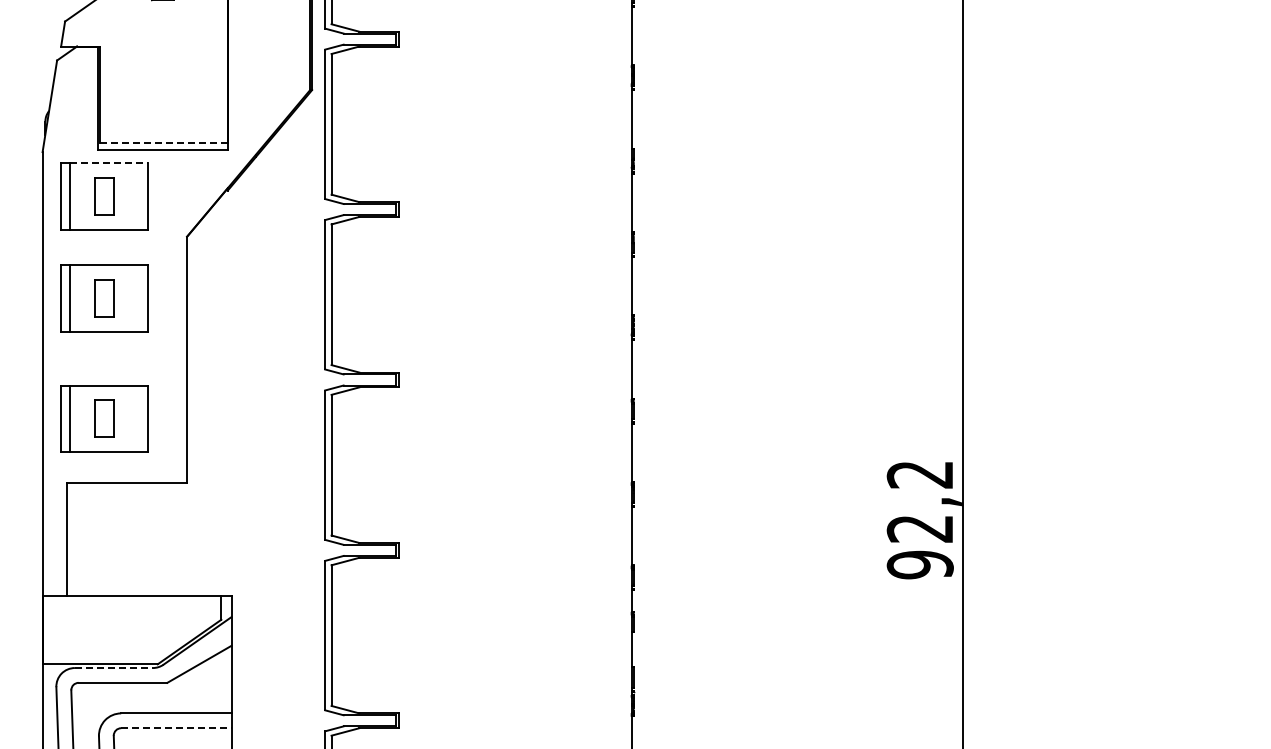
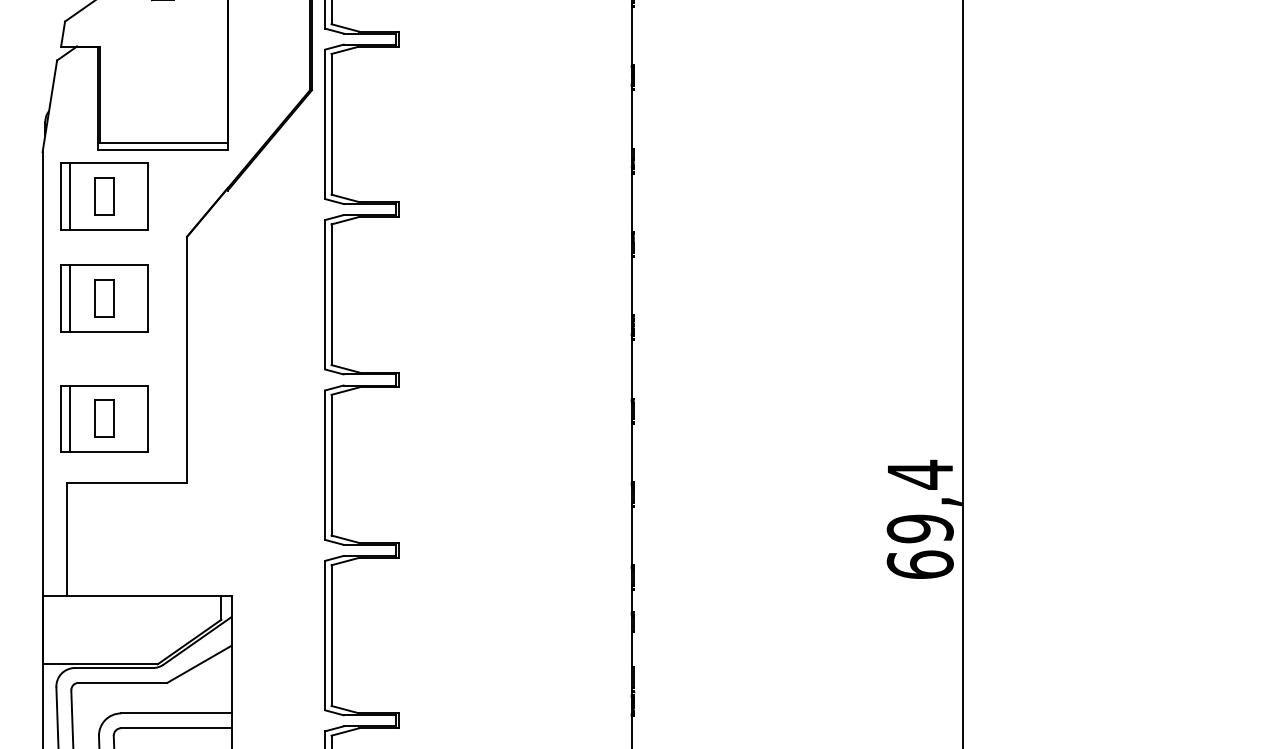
line at (163, 142): dashed -> solid
line at (109, 163): dashed -> solid
text at (919, 519): 92,2 -> 69,4
line at (114, 668): dashed -> solid
line at (176, 728): dashed -> solid
